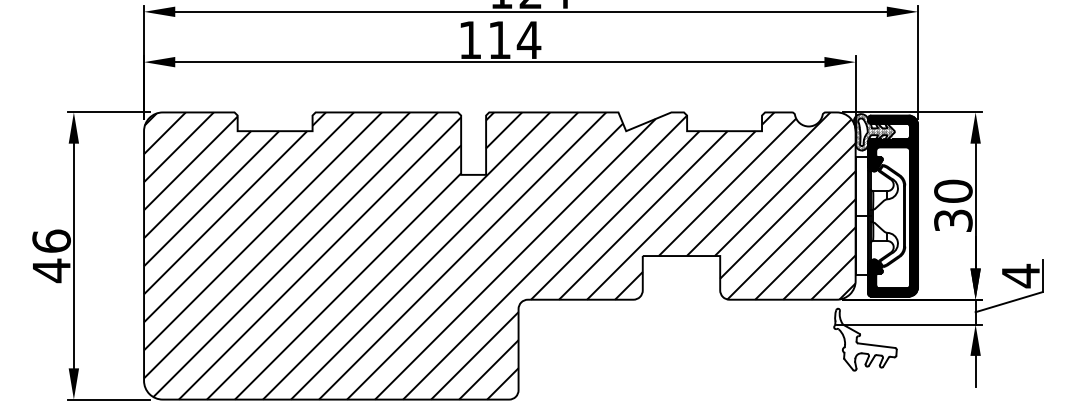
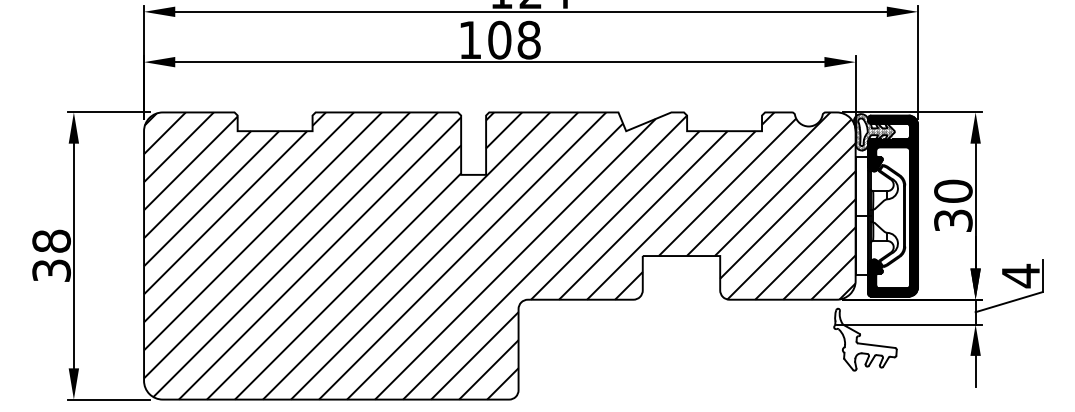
text at (514, 39): 114 -> 108
text at (51, 256): 46 -> 38
